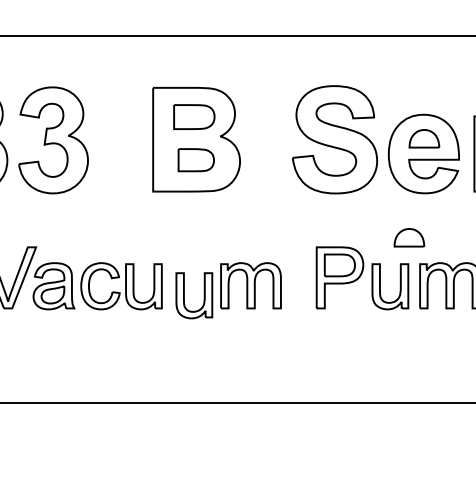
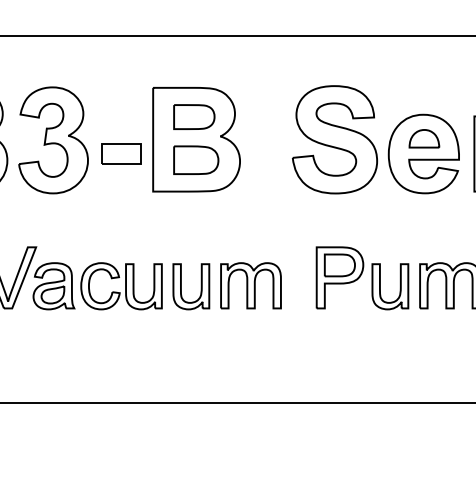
part at (121, 153): none -> present
part at (195, 160) size: 38x25 px -> 47x30 px
part at (409, 237): present -> none
part at (203, 295) position: (203, 295) -> (200, 286)
